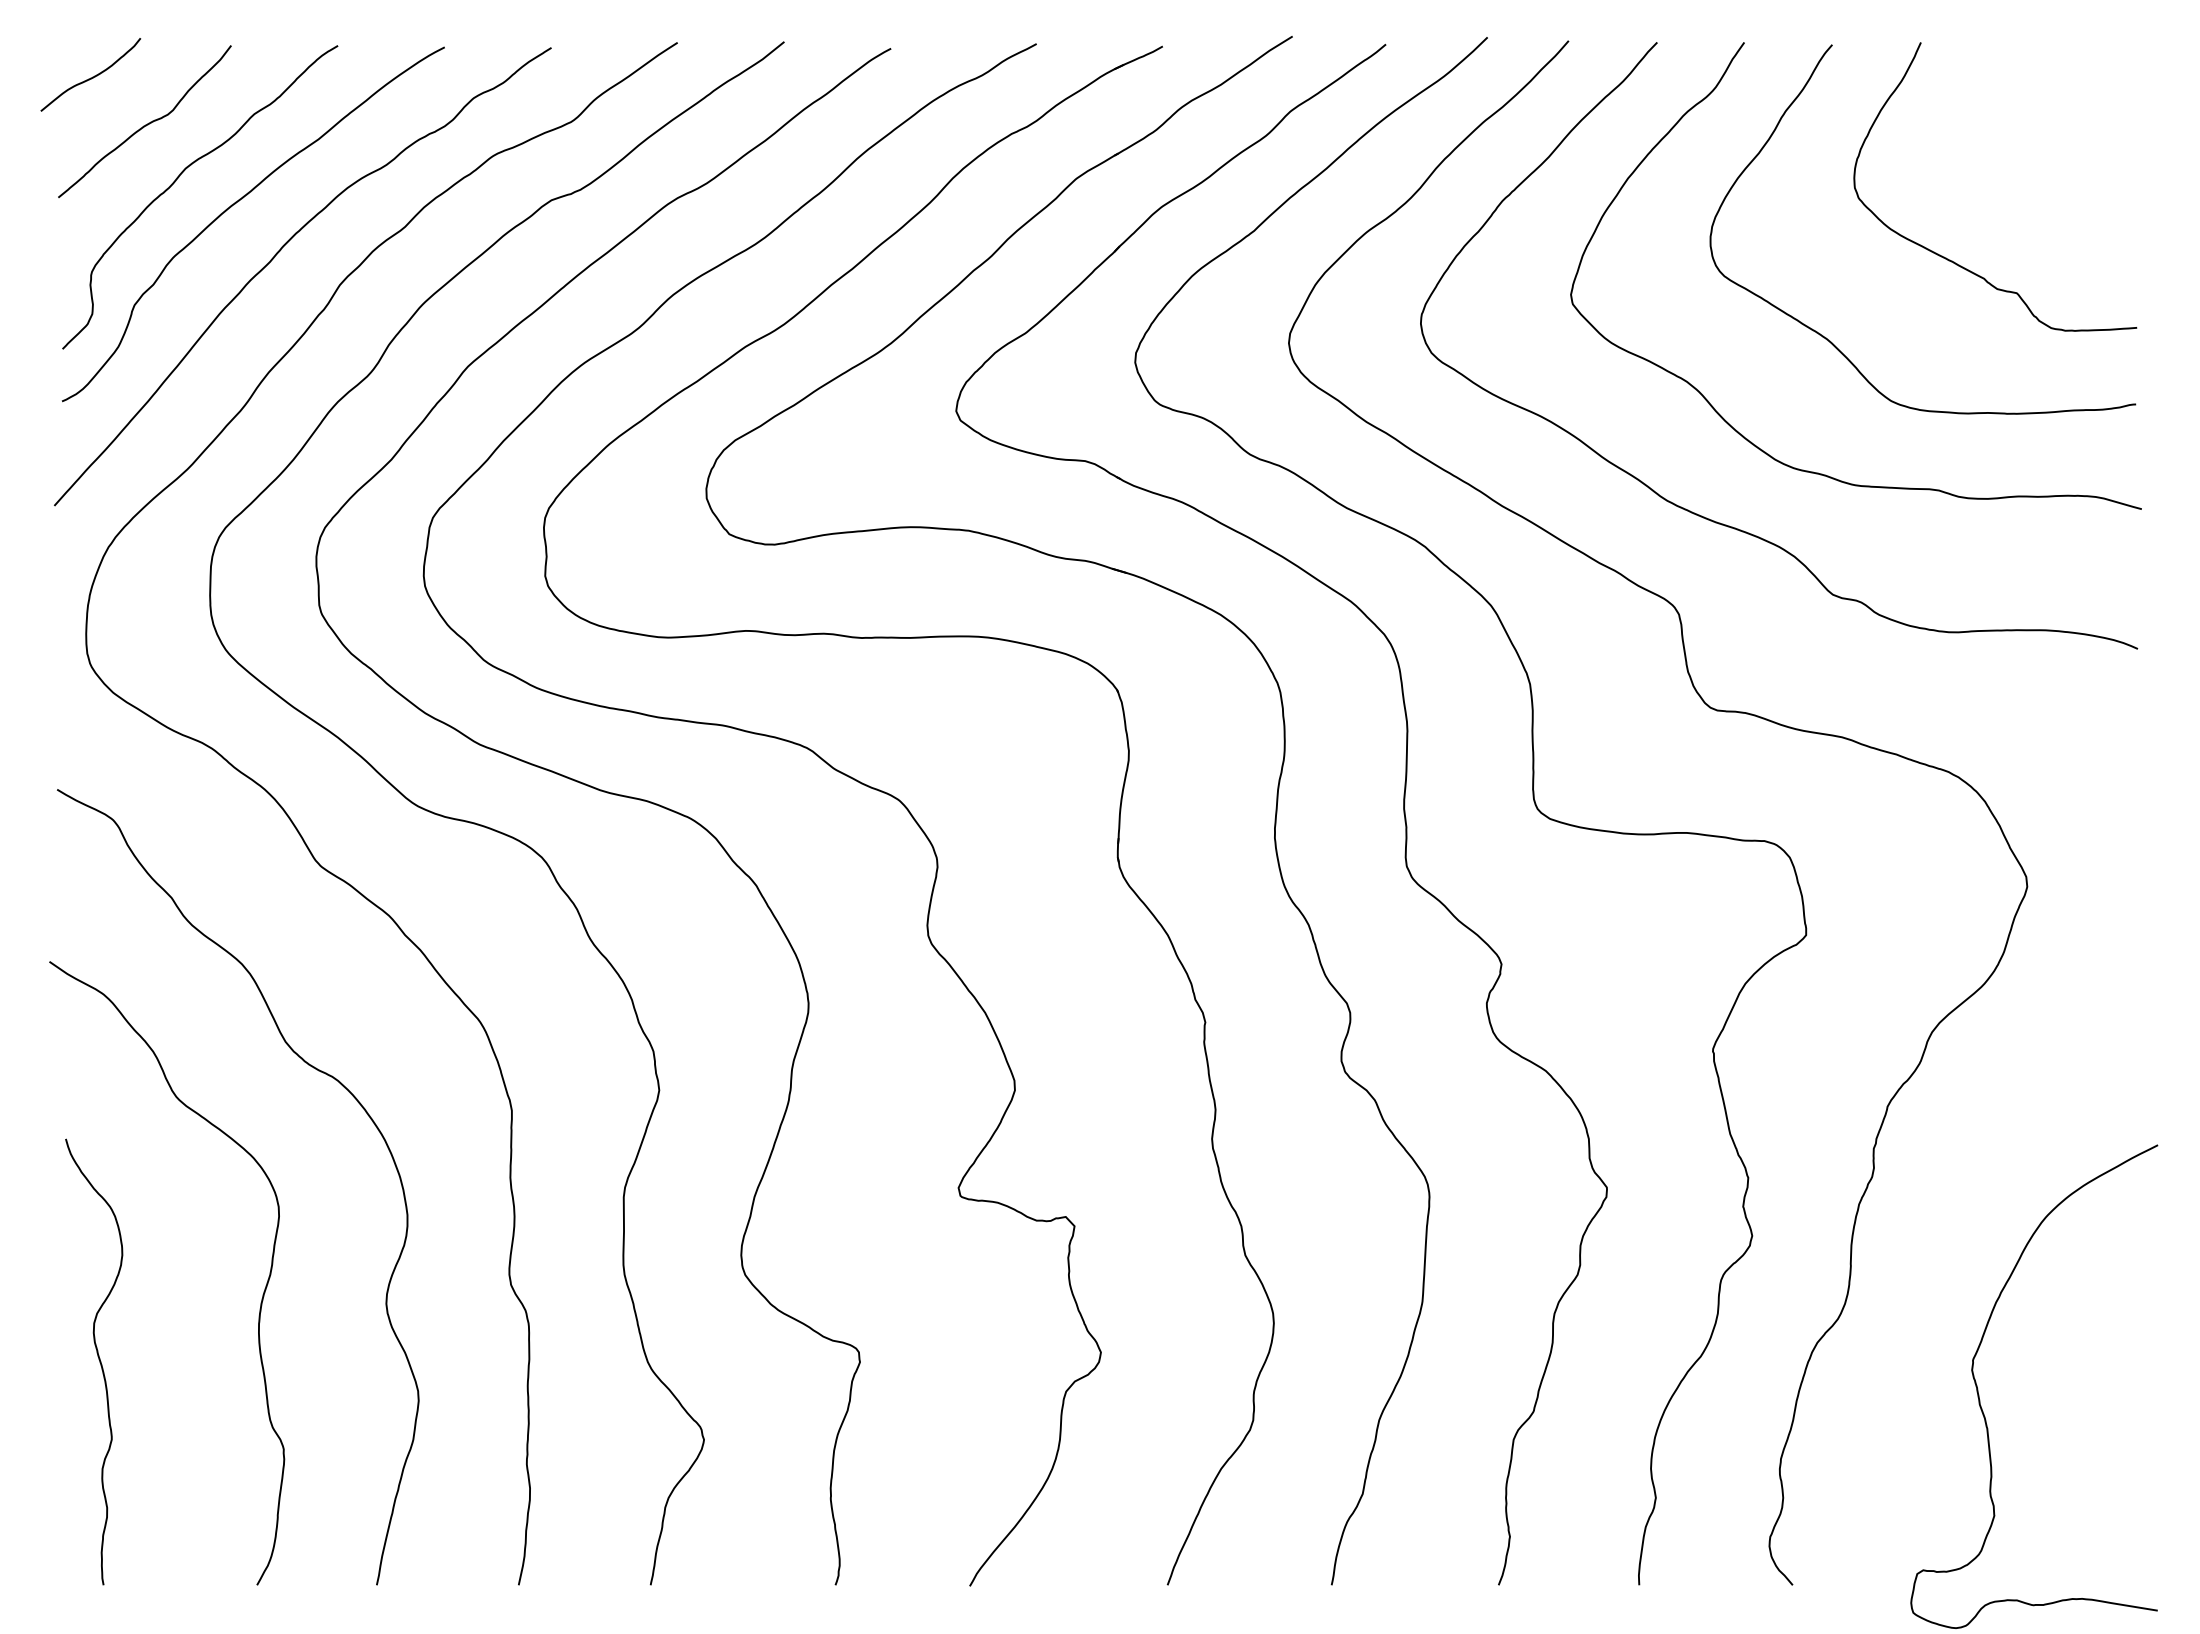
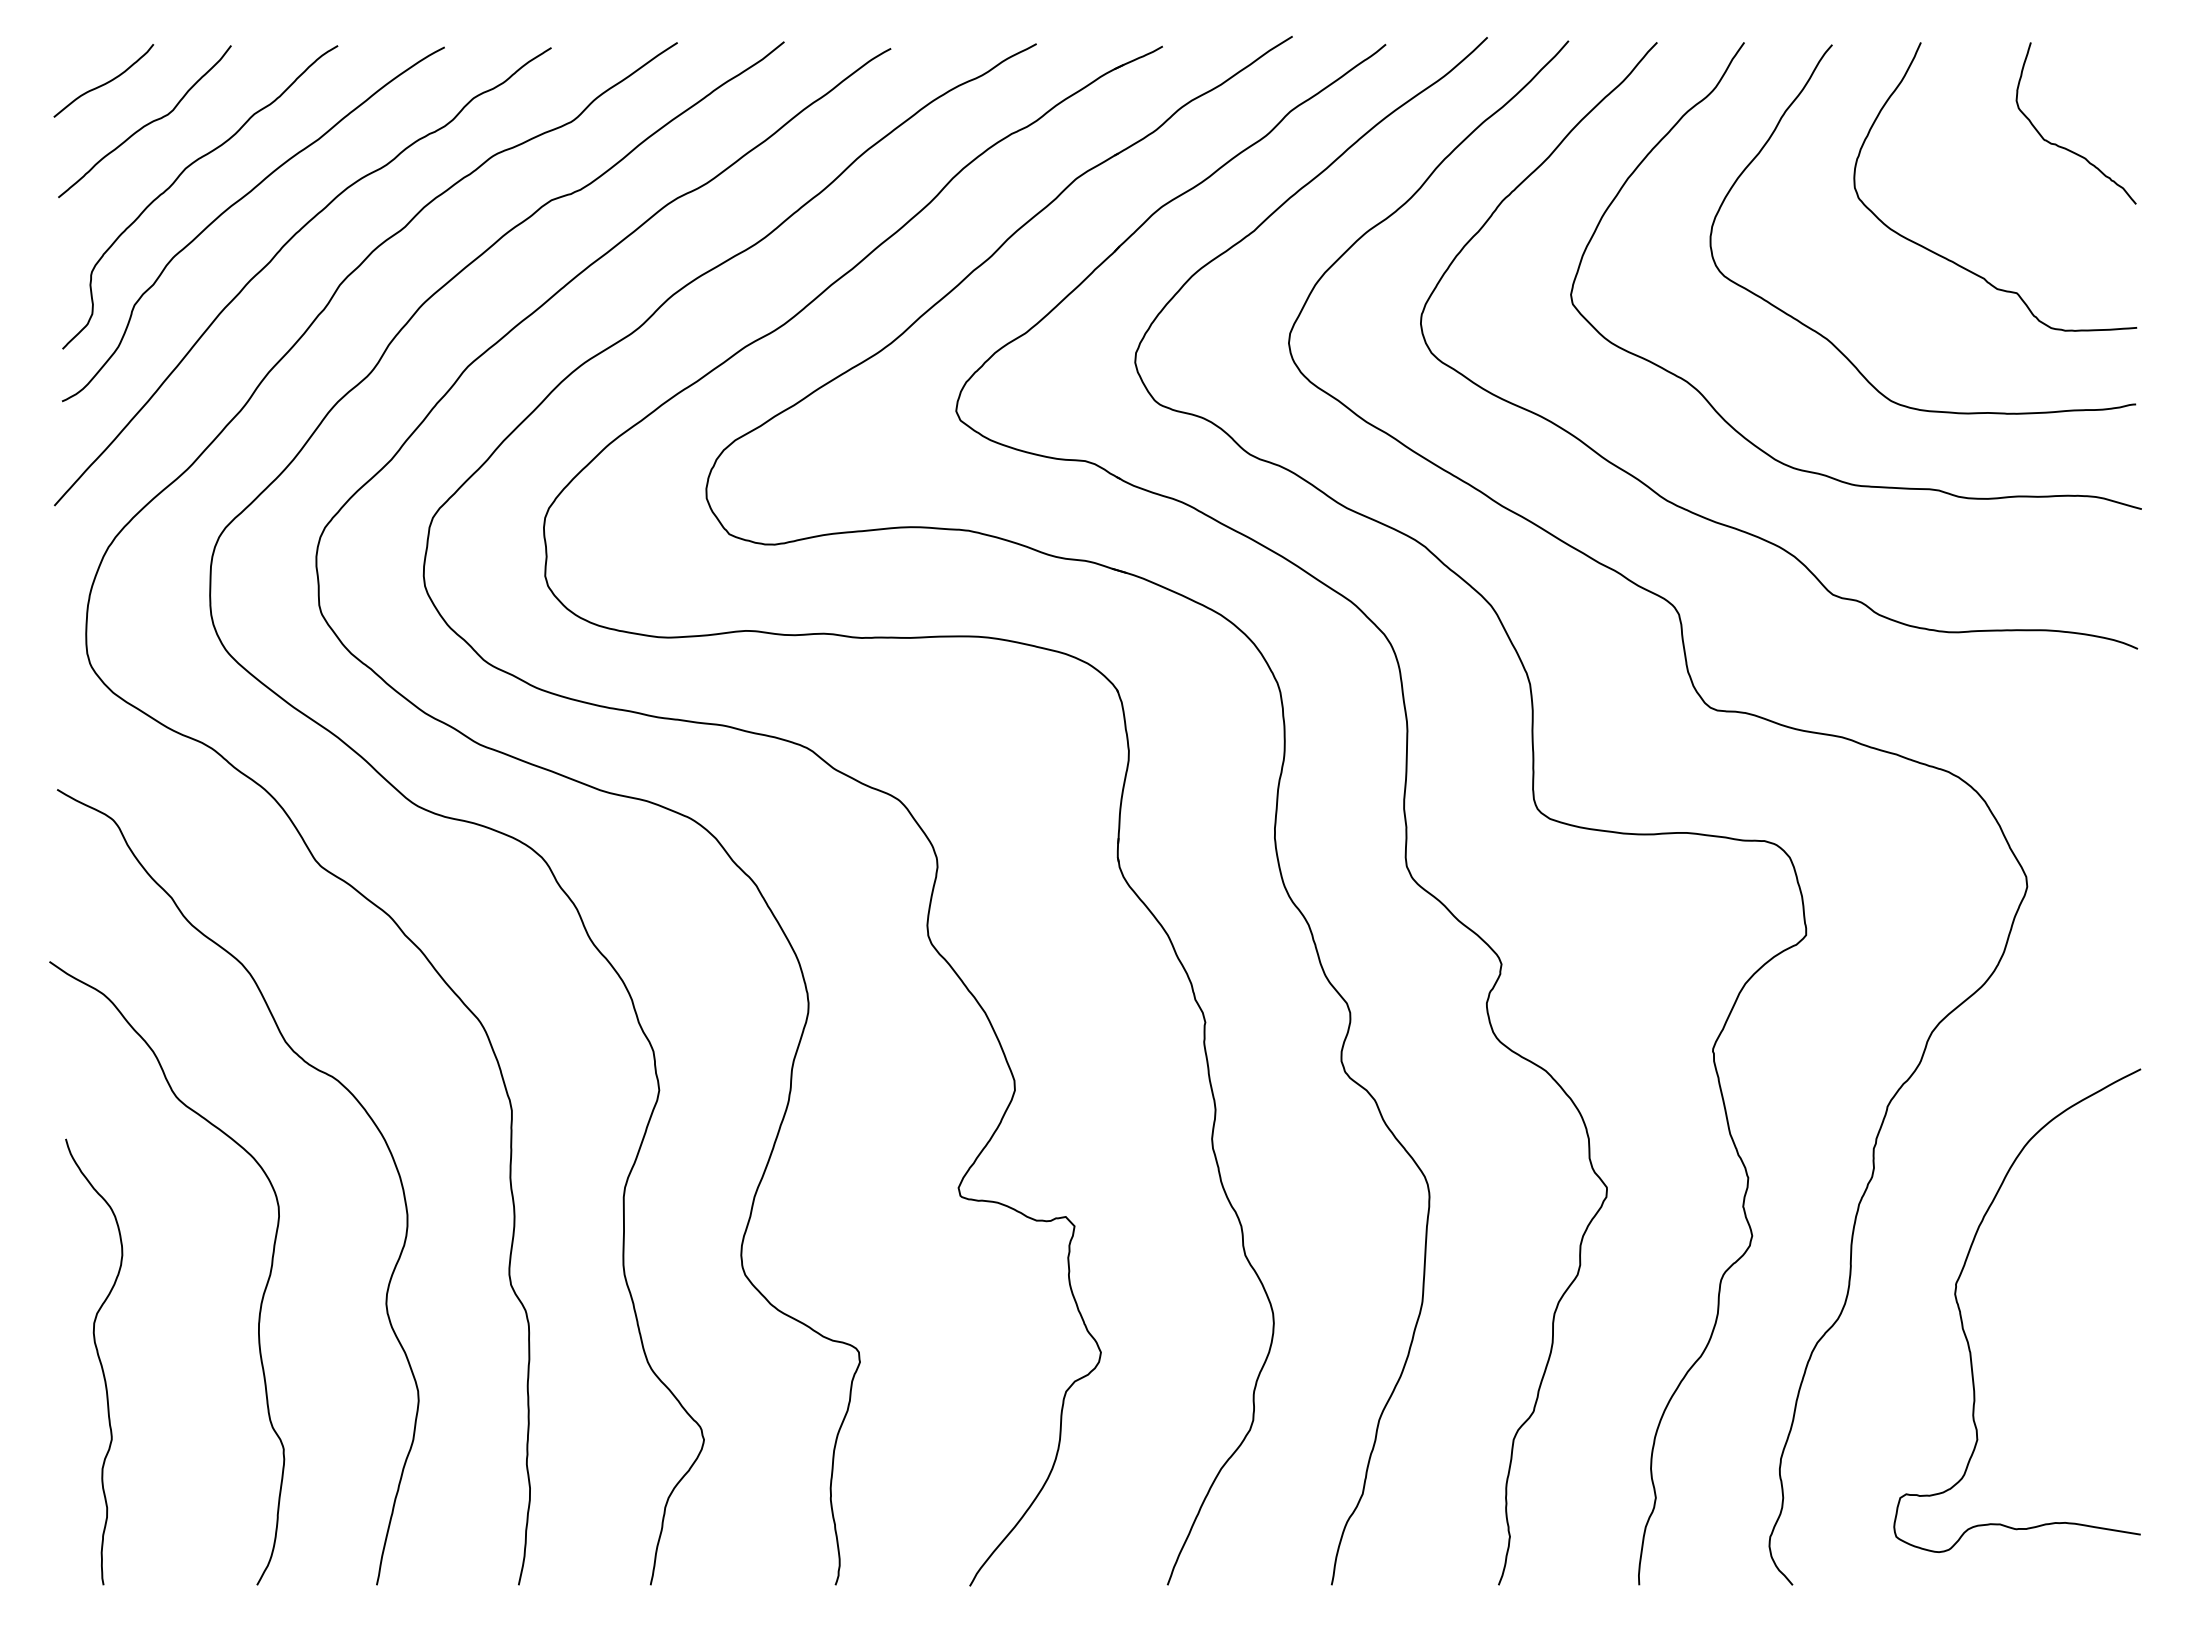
curve at (92, 76) position: (92, 76) -> (105, 82)
curve at (2065, 147): none -> present
curve at (1979, 1394) position: (1979, 1394) -> (1962, 1318)
